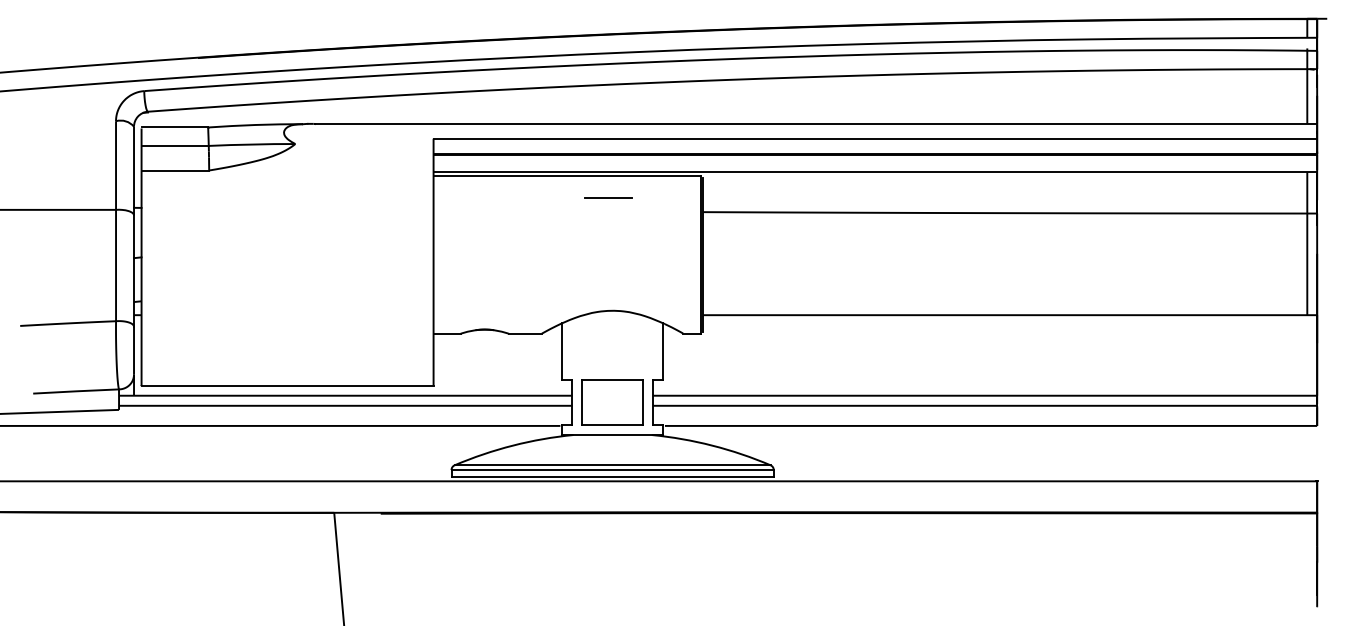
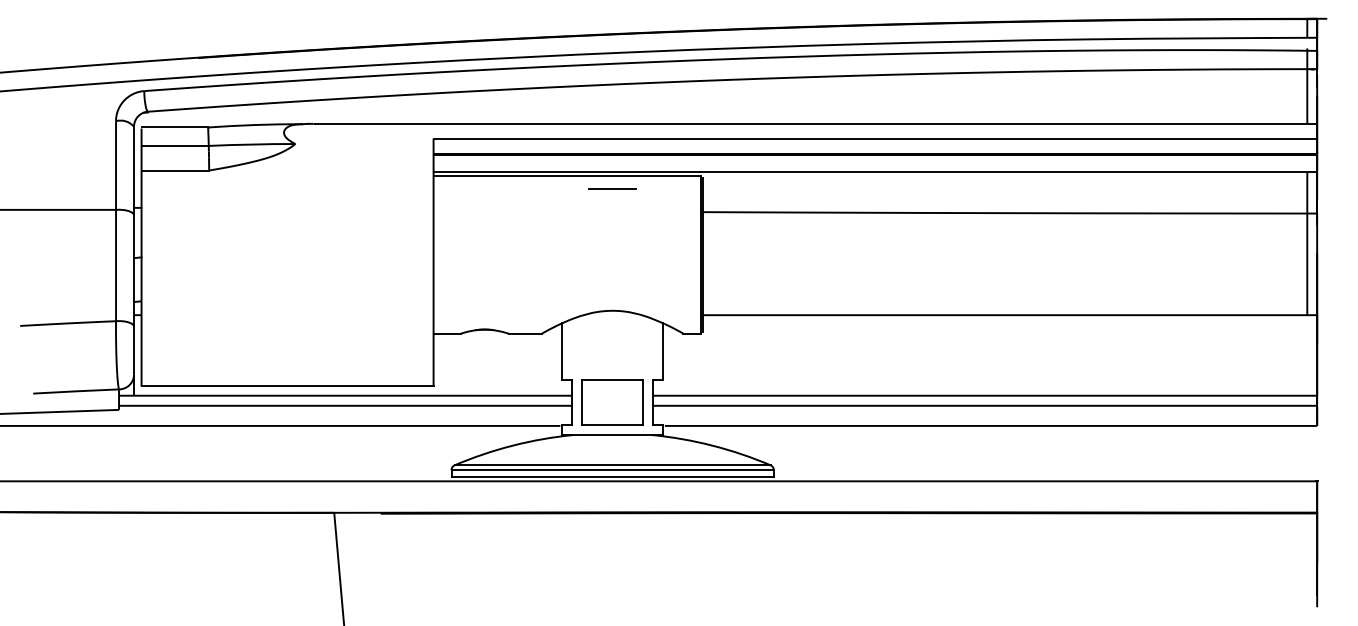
line at (608, 197) position: (608, 197) -> (612, 188)
